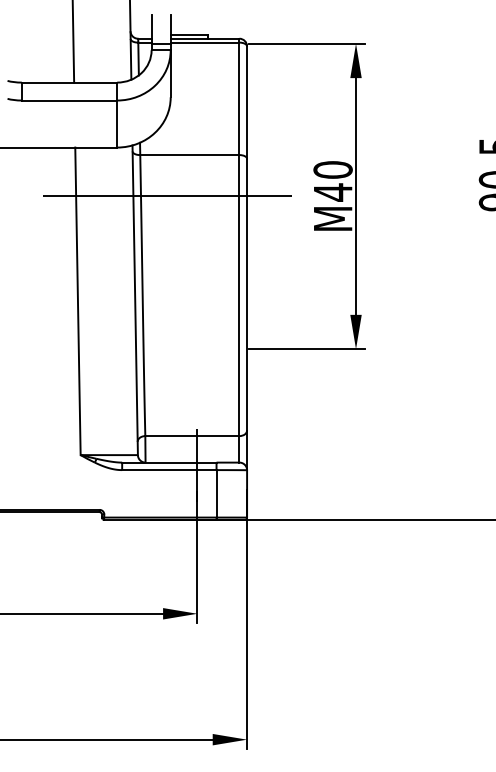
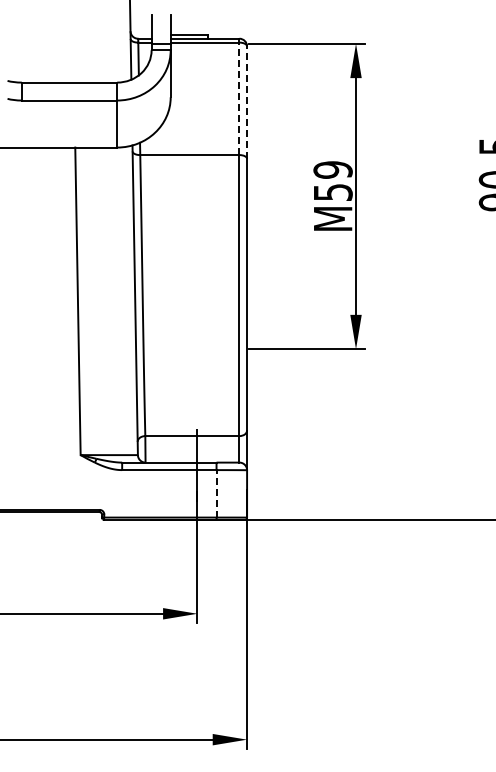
line at (73, 42): present -> none
line at (239, 98): solid -> dashed
line at (247, 102): solid -> dashed
text at (332, 181): M40 -> M59
line at (167, 196): present -> none
line at (216, 493): solid -> dashed
